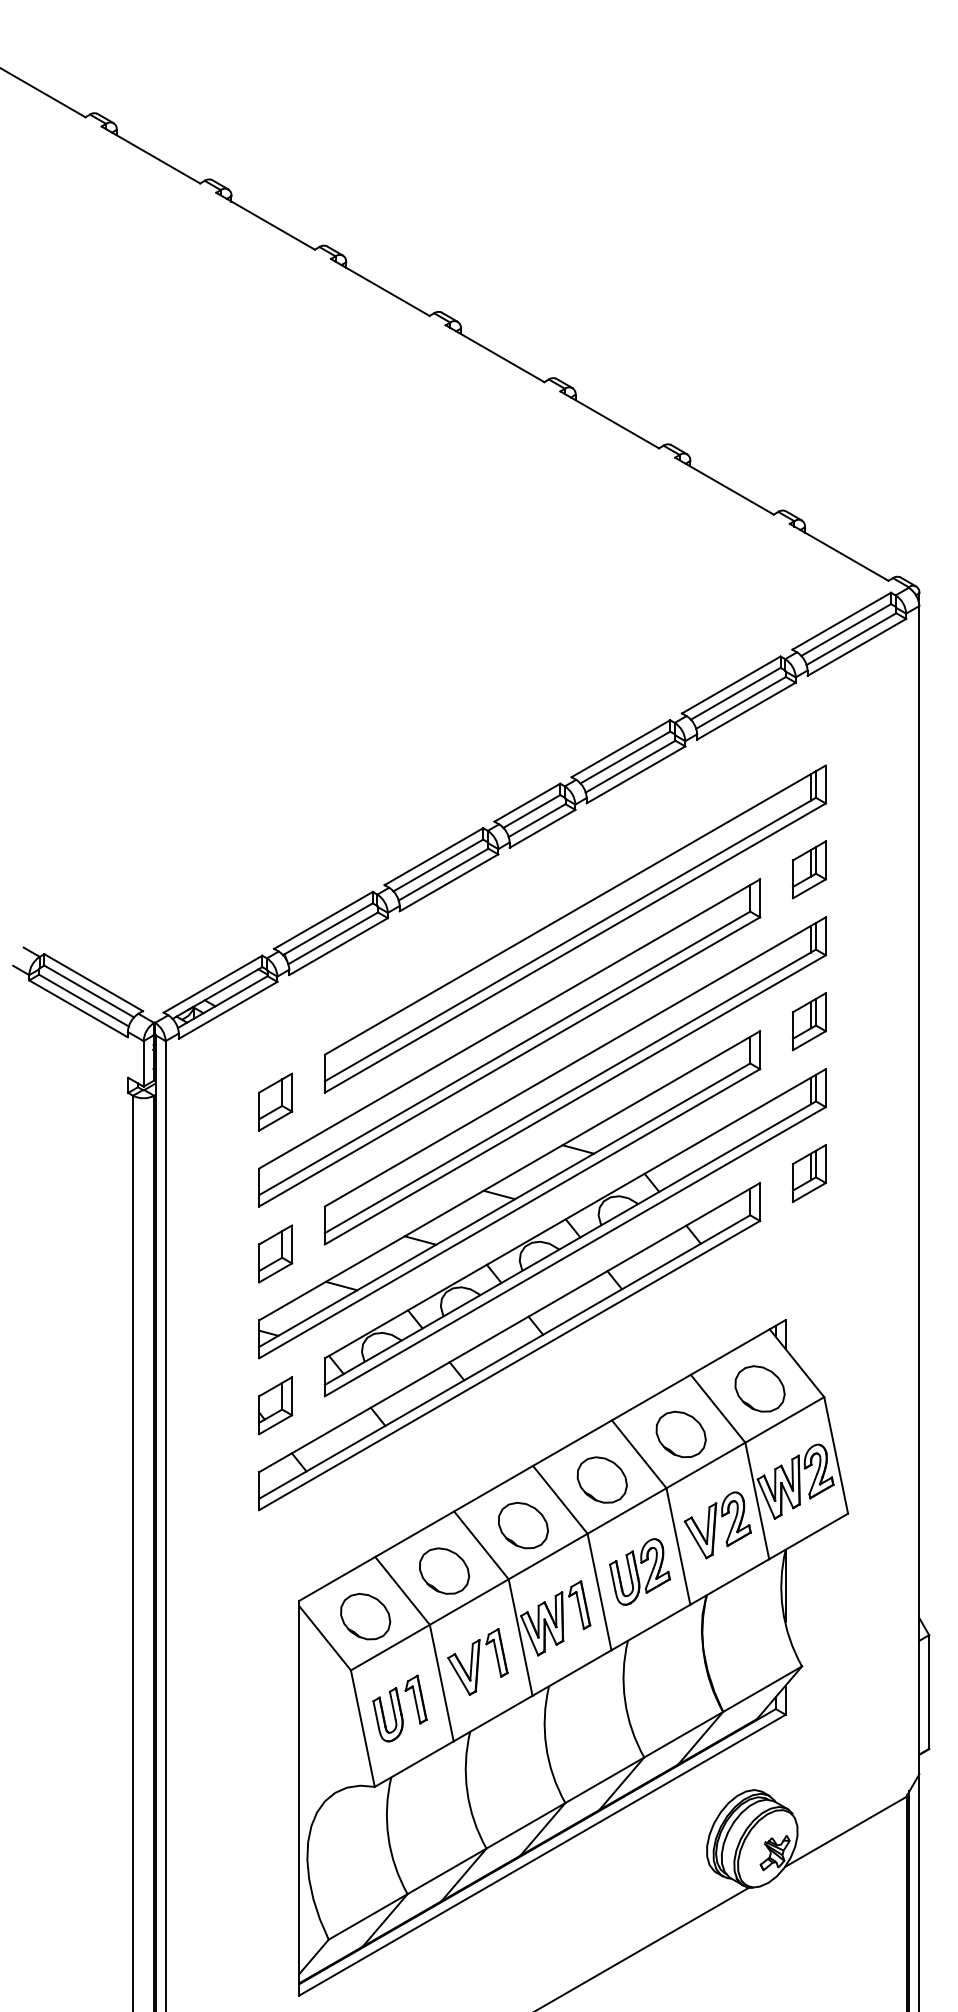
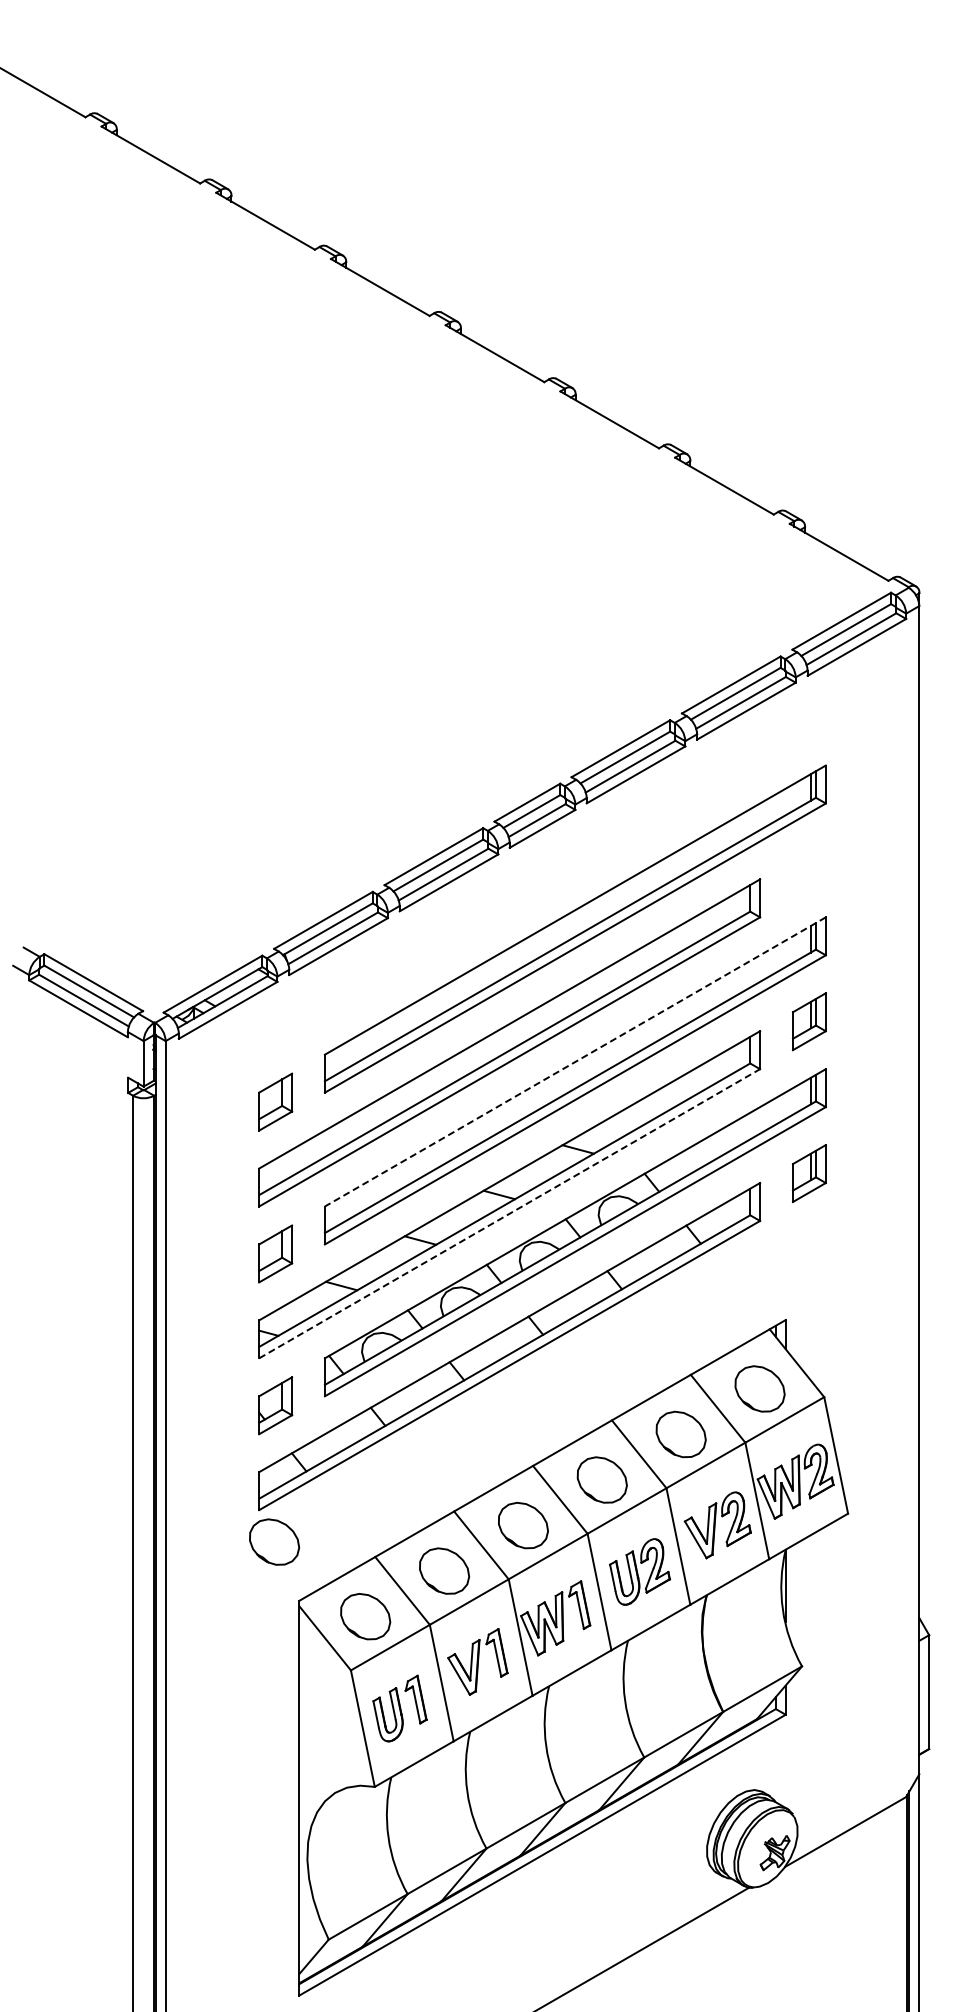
part at (809, 869): present -> none
line at (574, 1062): solid -> dashed
line at (510, 1213): solid -> dashed
part at (274, 1541): none -> present
